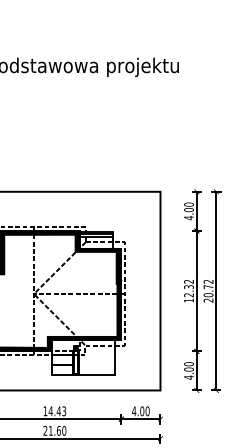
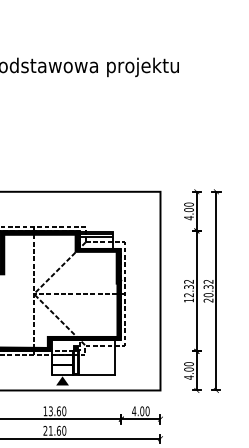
text at (208, 287): 20.72 -> 20.32
fill at (62, 380): none -> present
text at (57, 411): 14.43 -> 13.60
